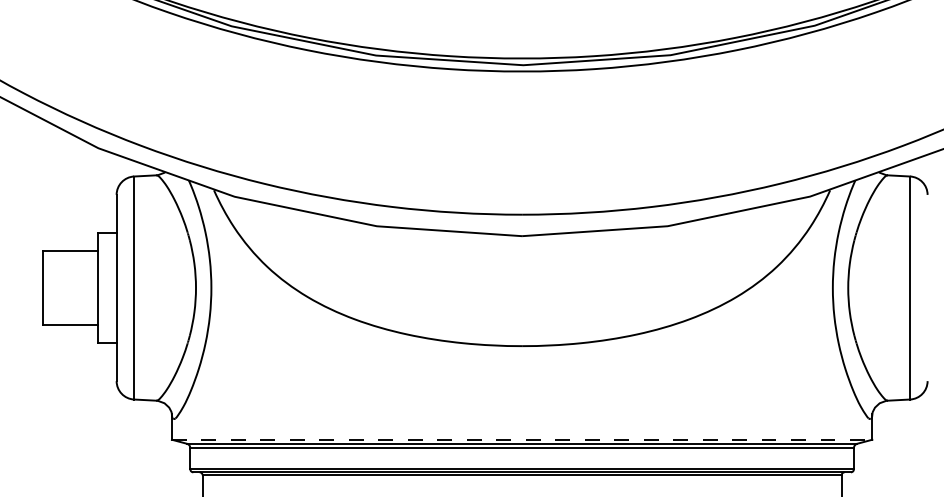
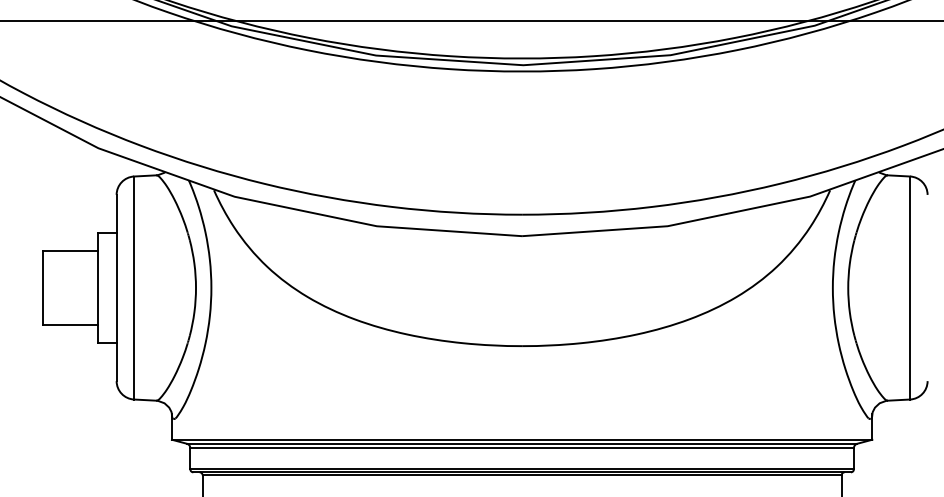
line at (471, 20): none -> present
line at (522, 439): dashed -> solid
